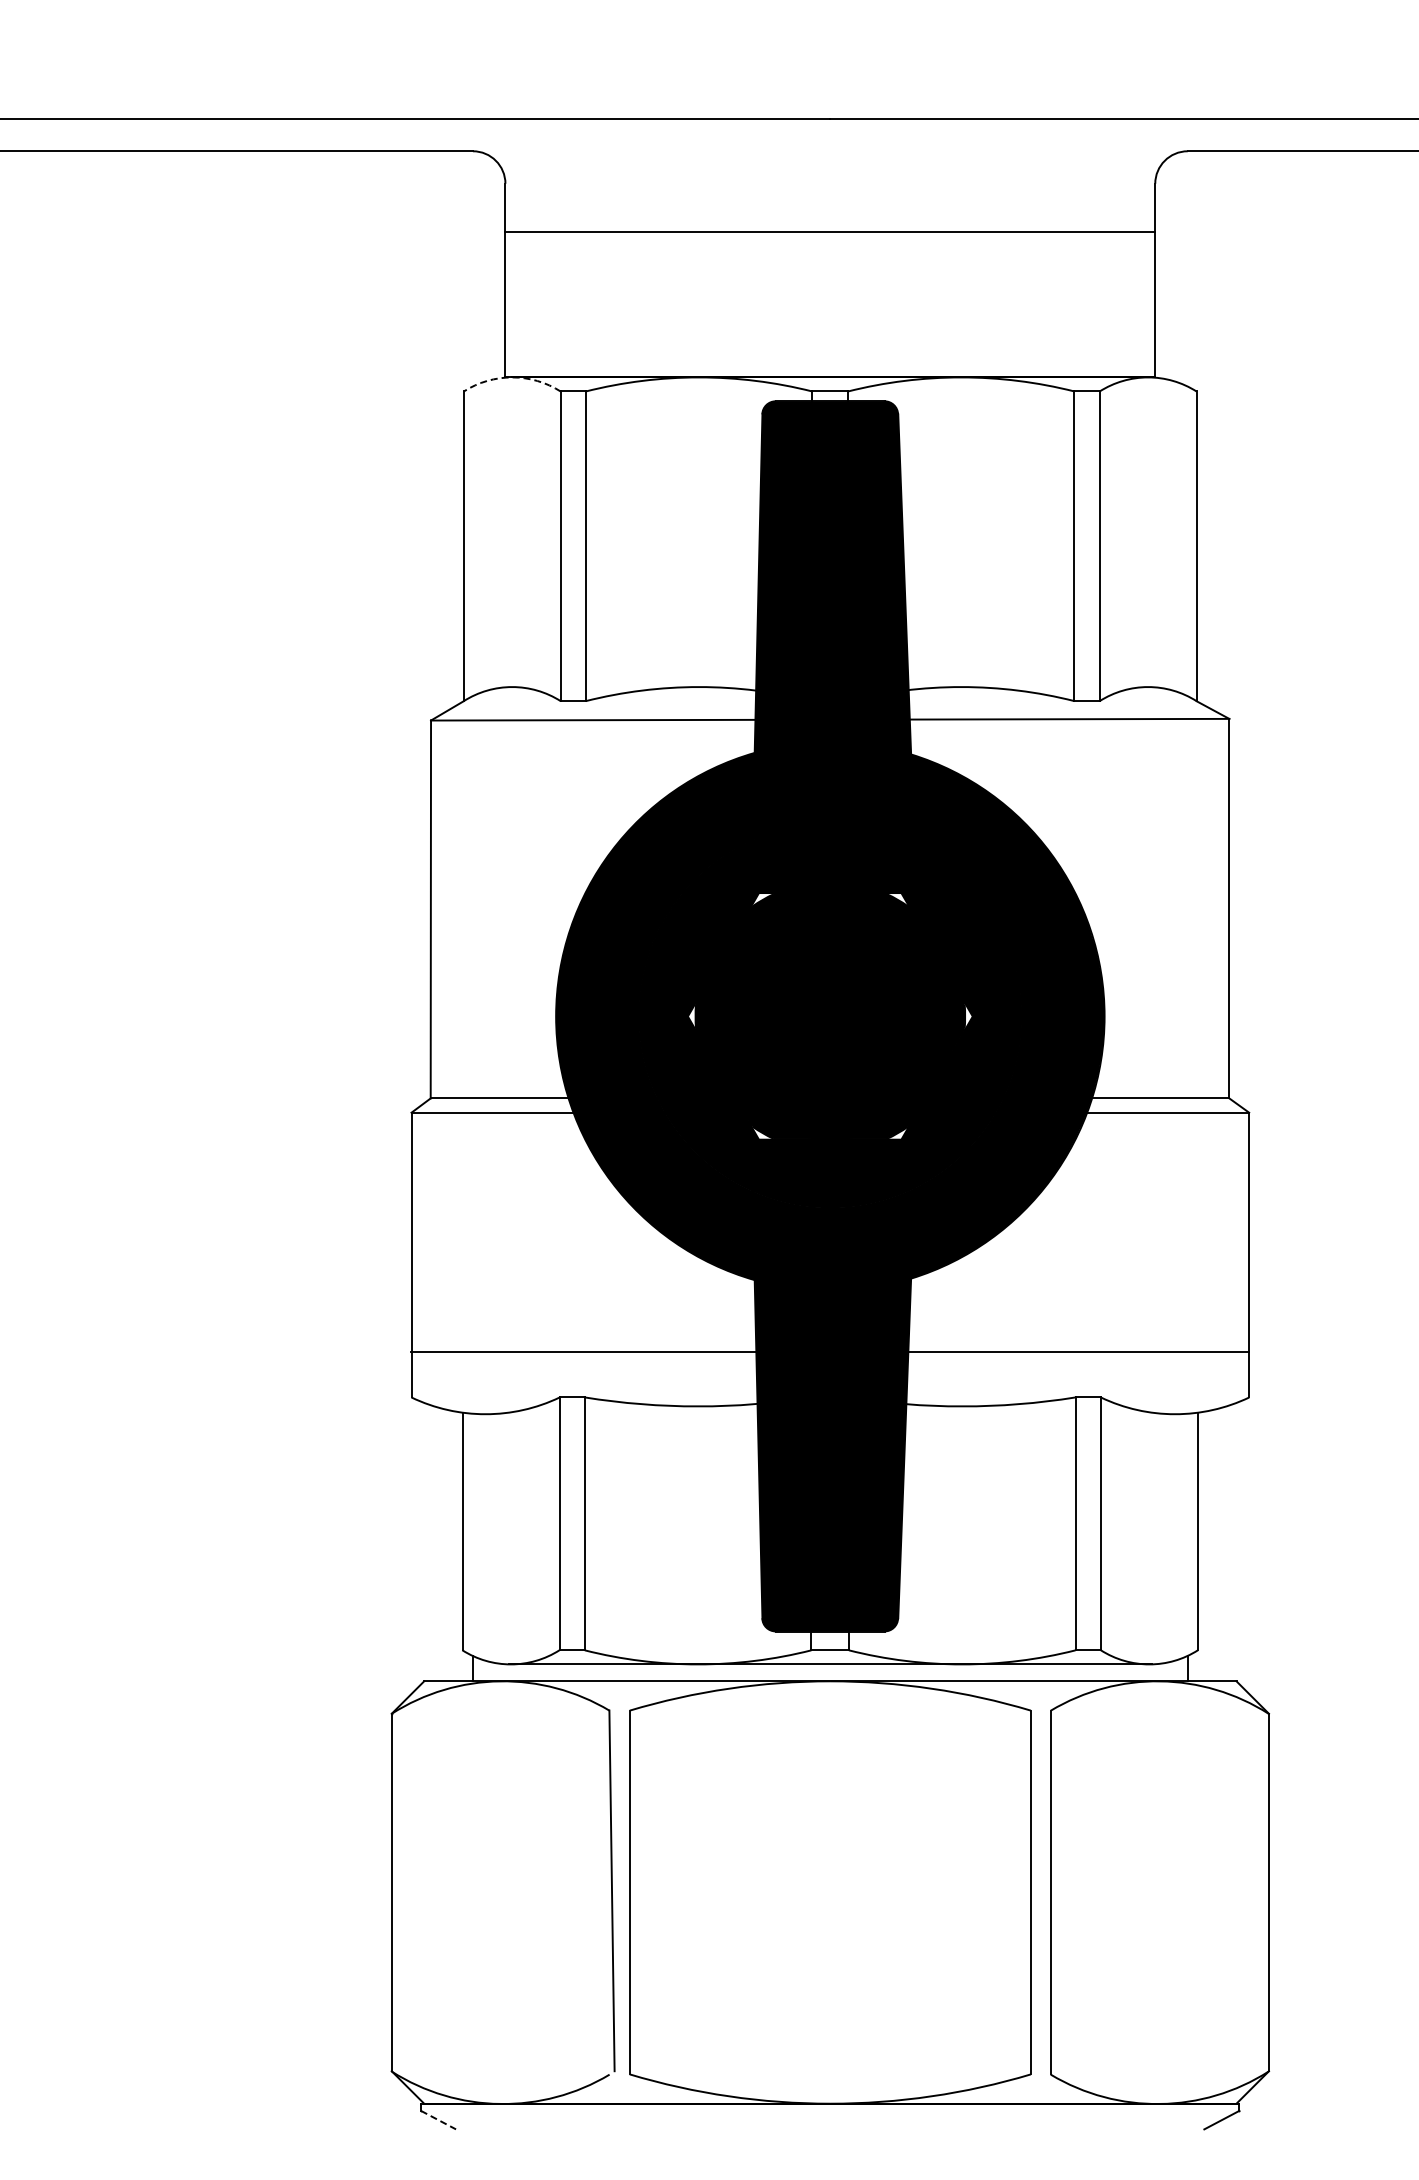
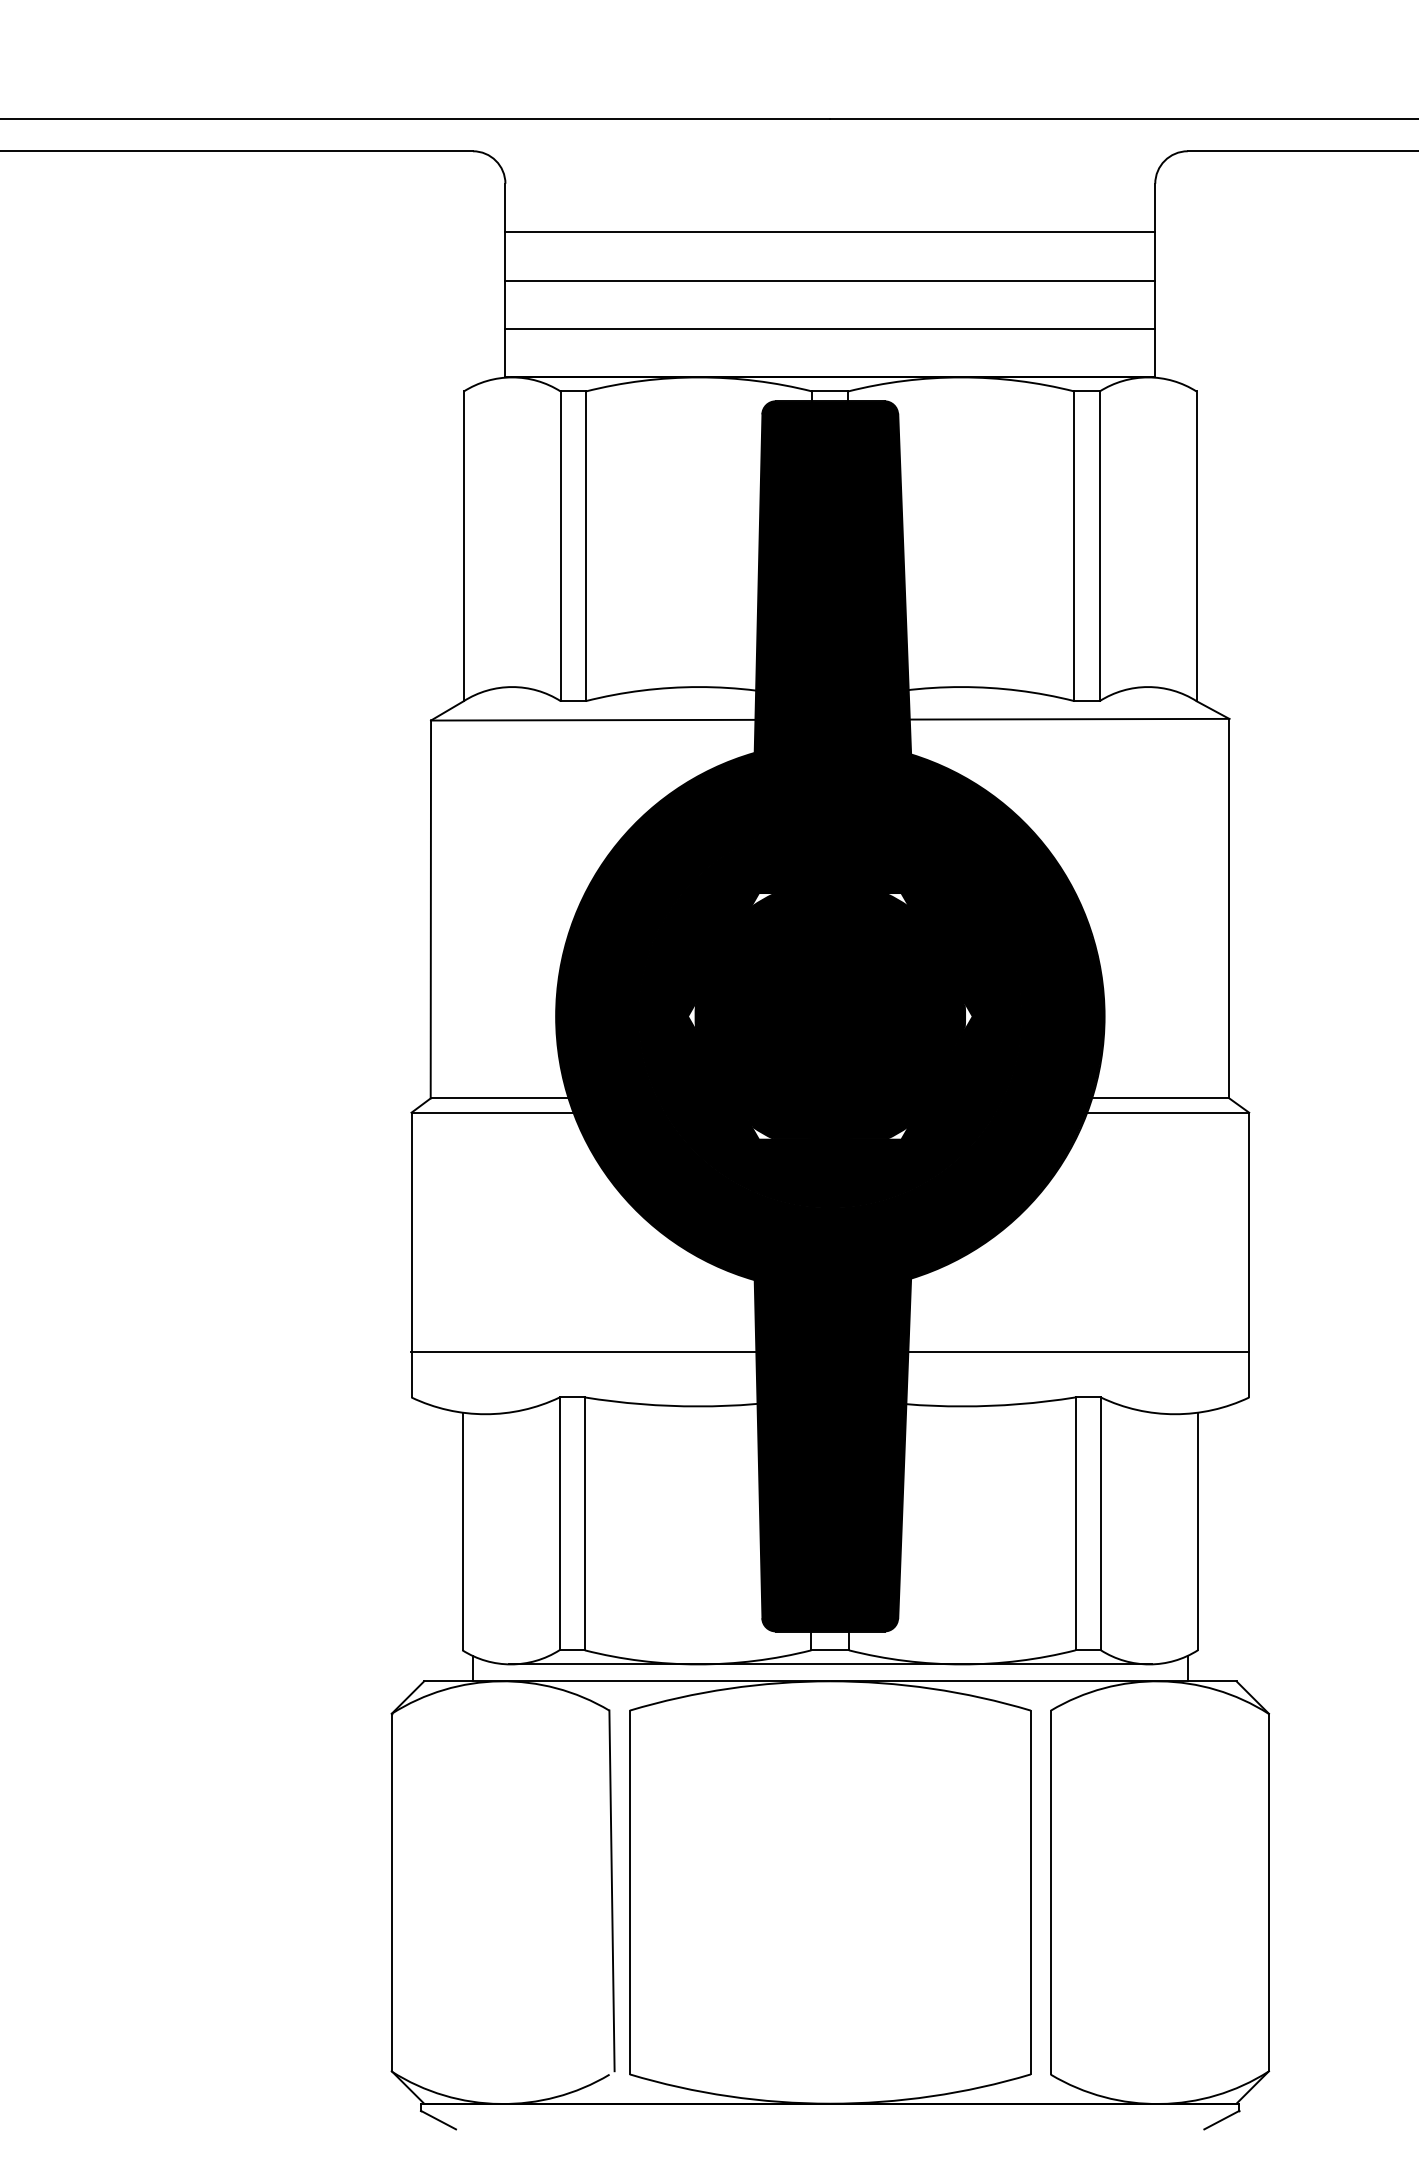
line at (830, 280): none -> present
line at (830, 329): none -> present
arc at (512, 377): dashed -> solid
line at (438, 2120): dashed -> solid
